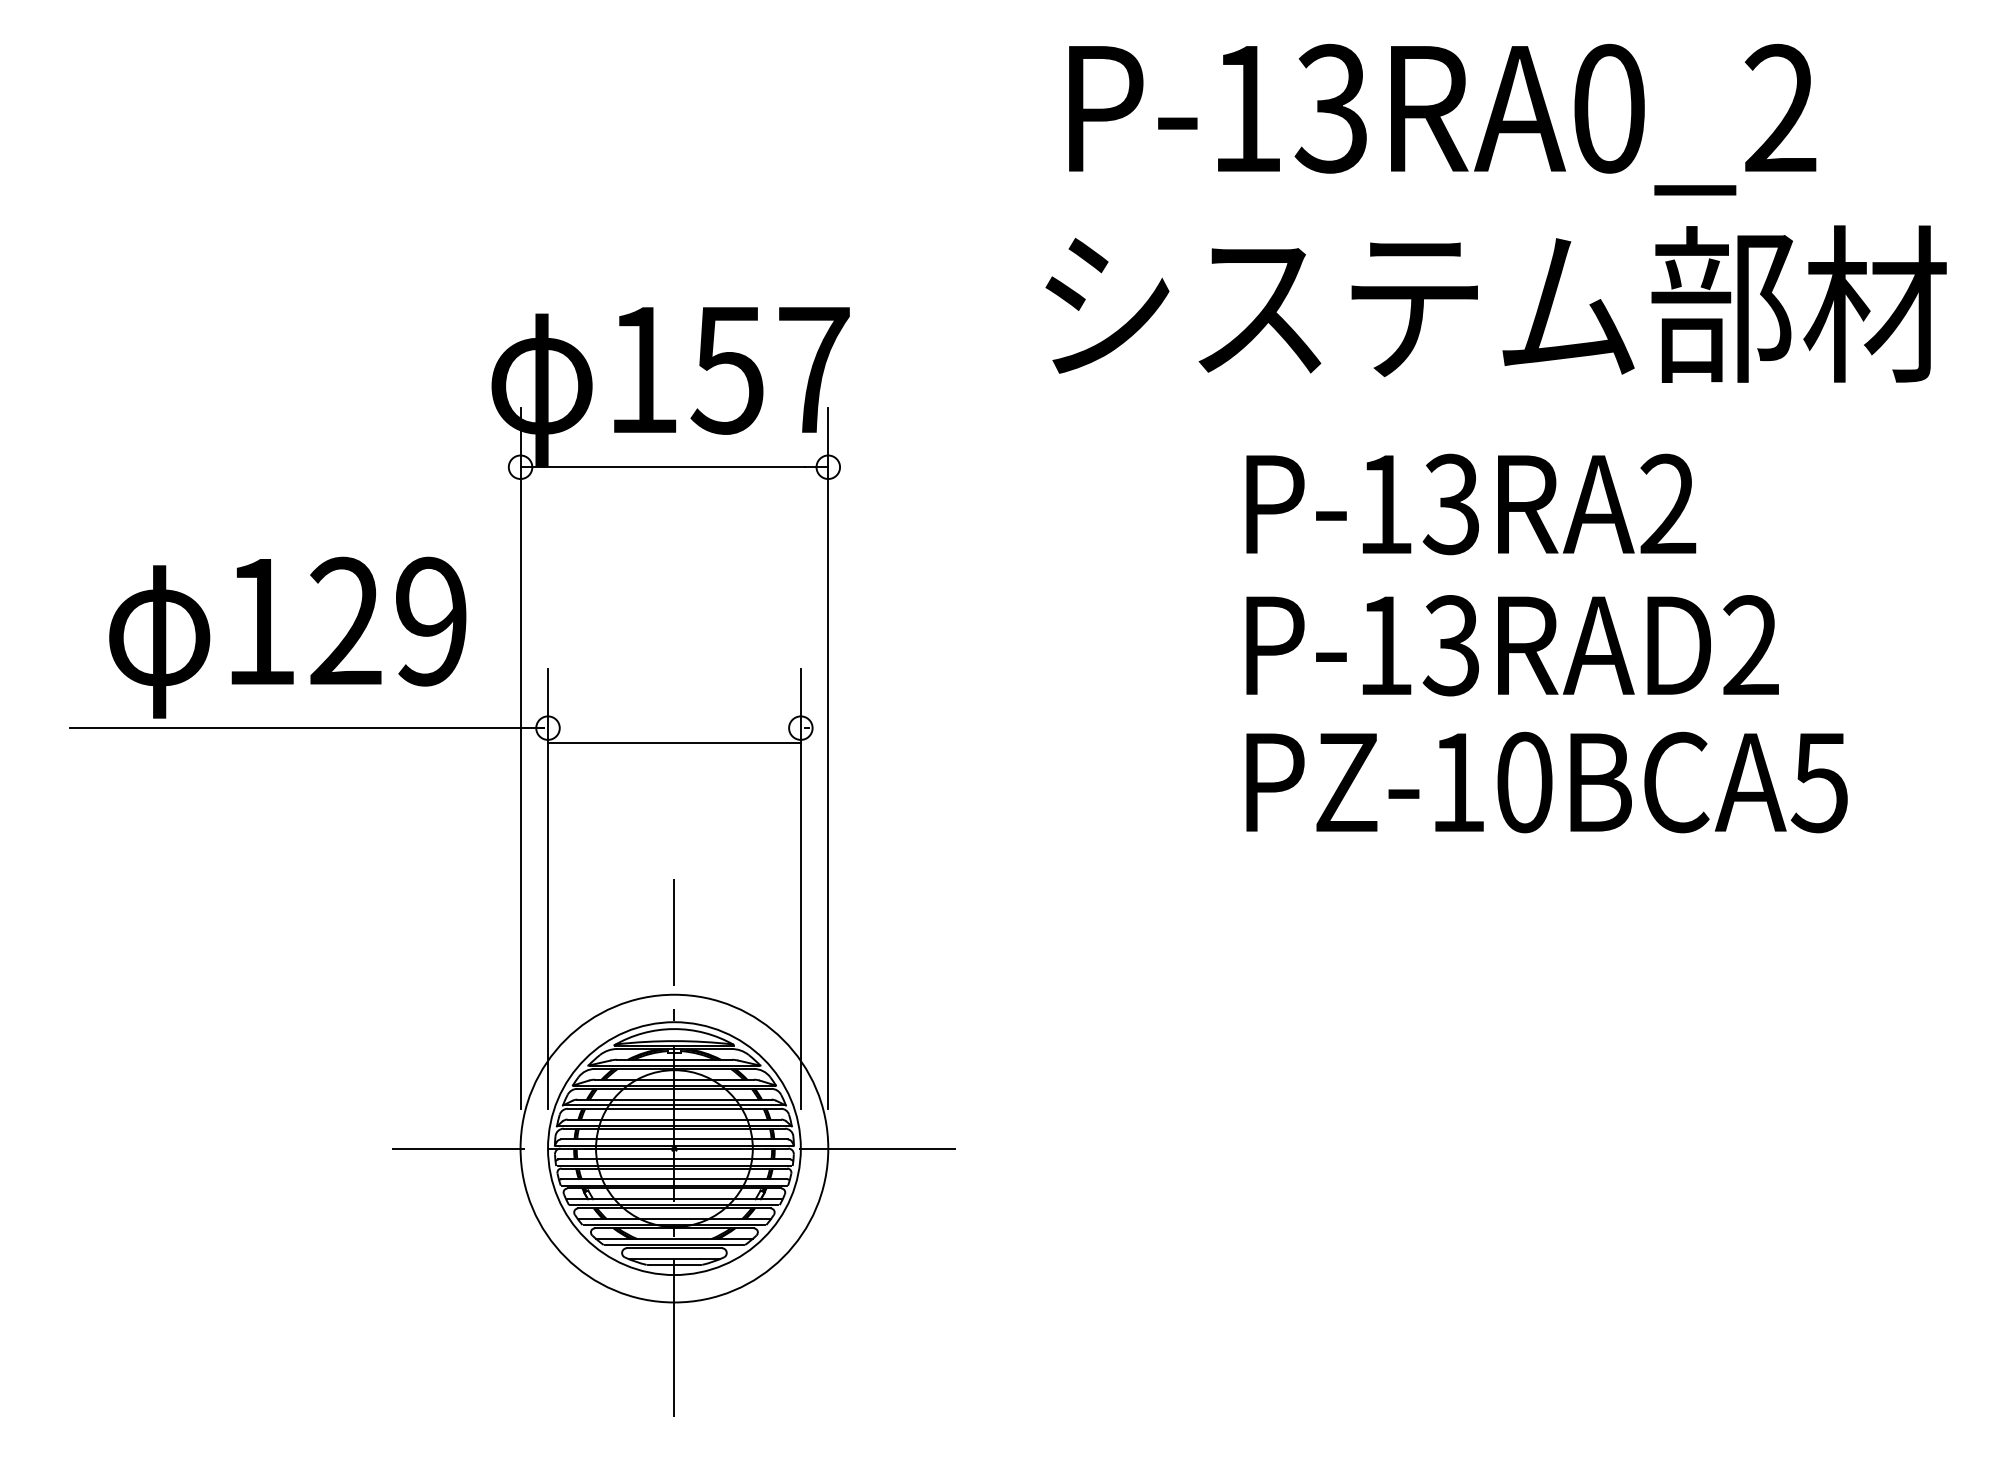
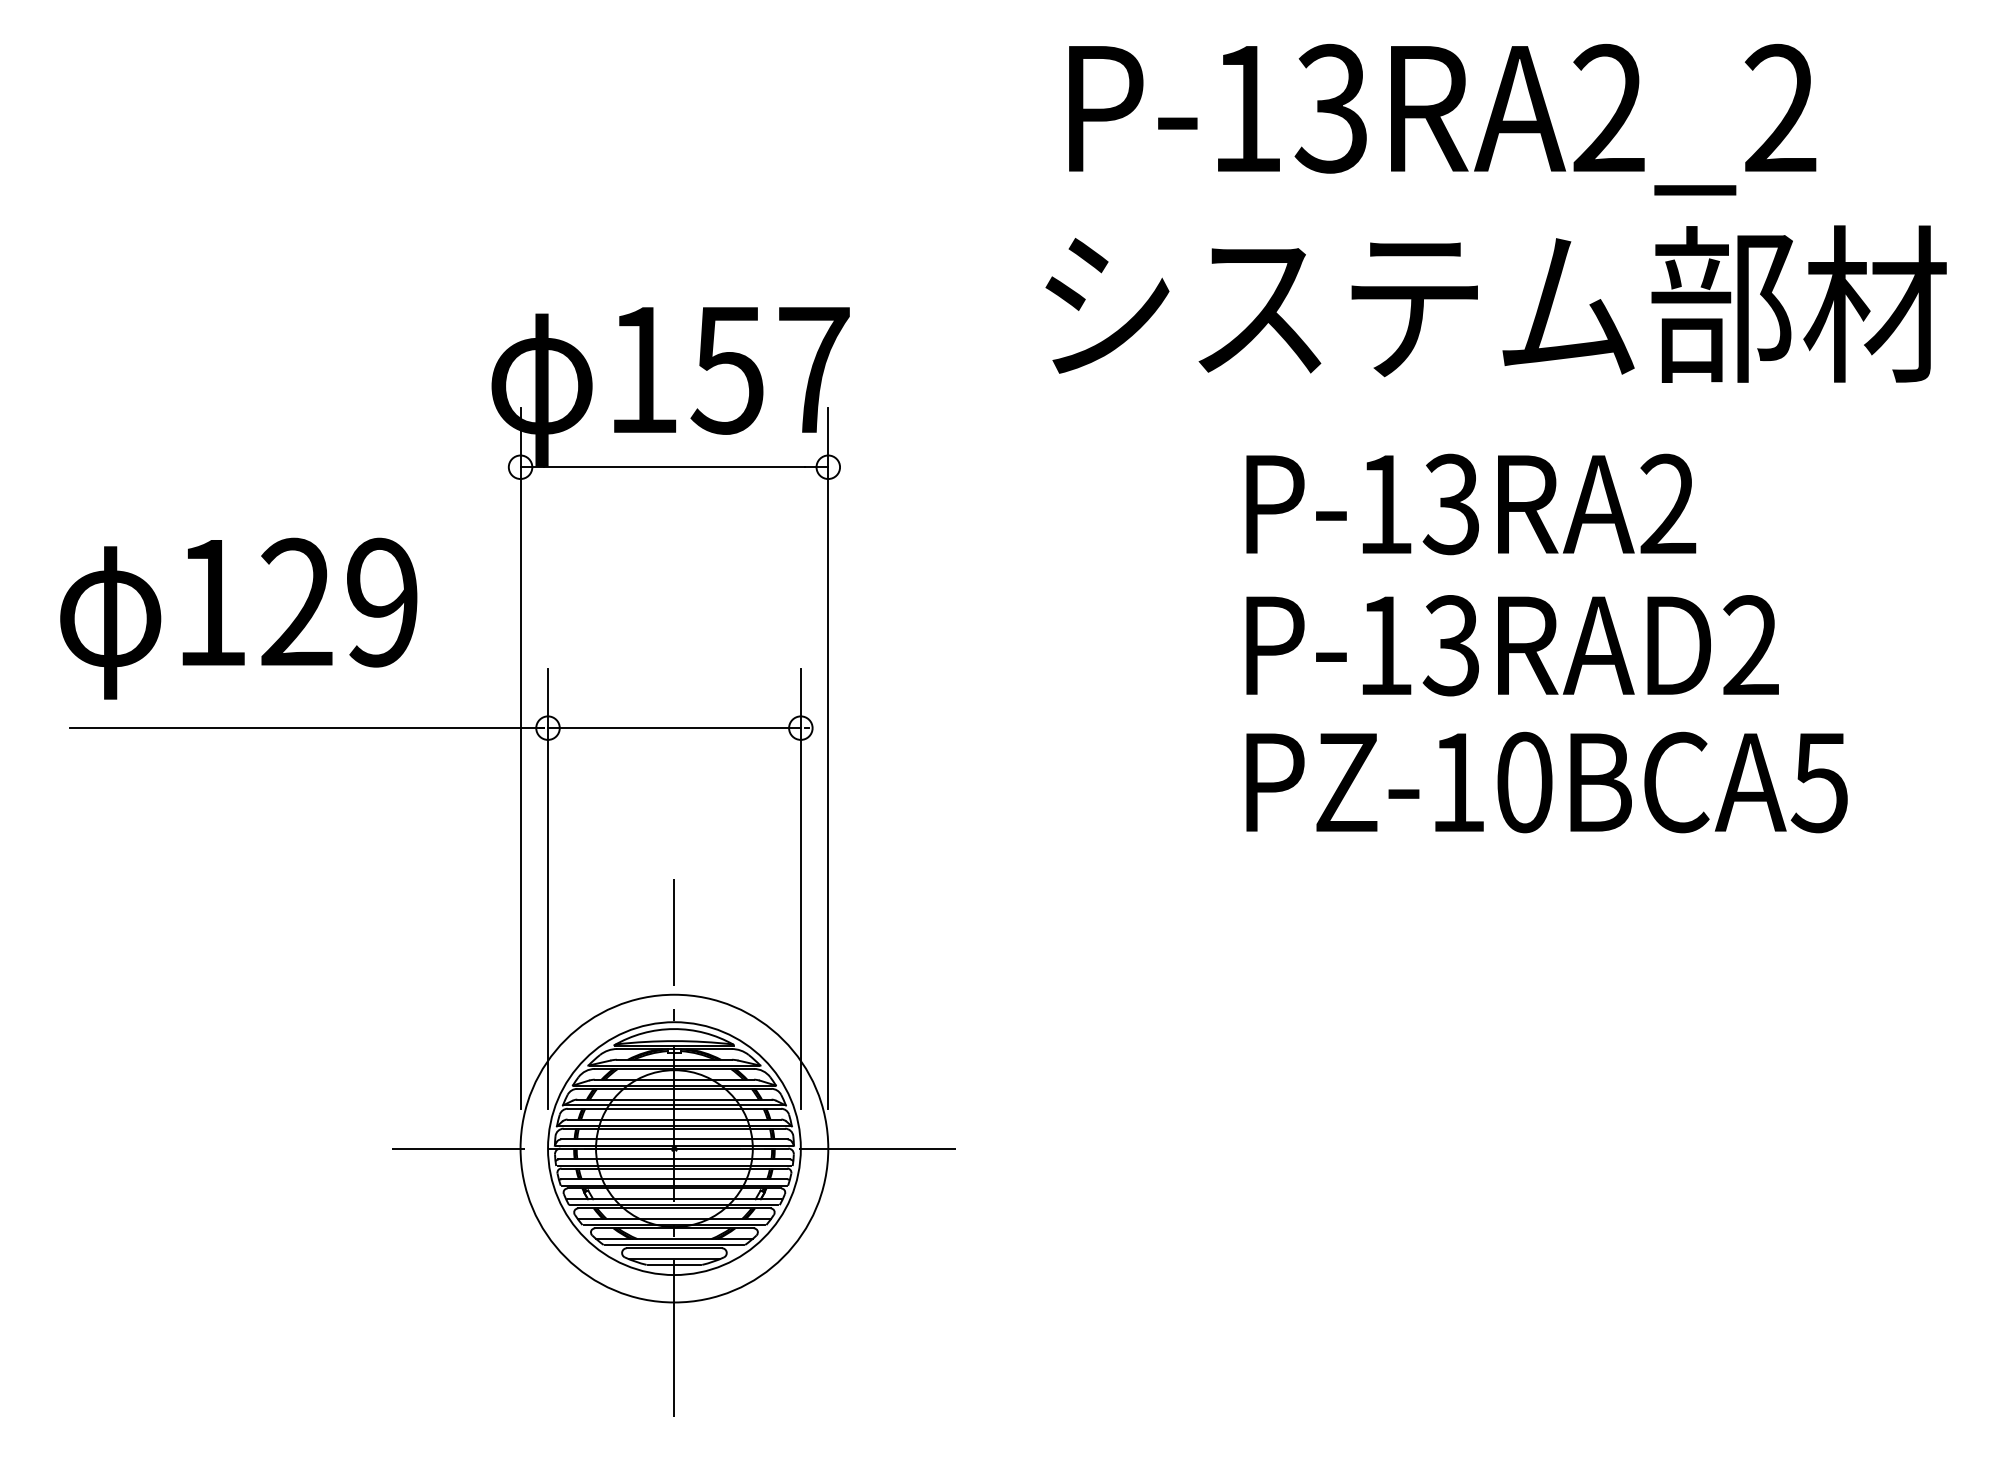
text at (1608, 108): P-13RA0_2 -> P-13RA2_2
text at (287, 637) position: (287, 637) -> (238, 618)
line at (674, 743) position: (674, 743) -> (674, 728)
